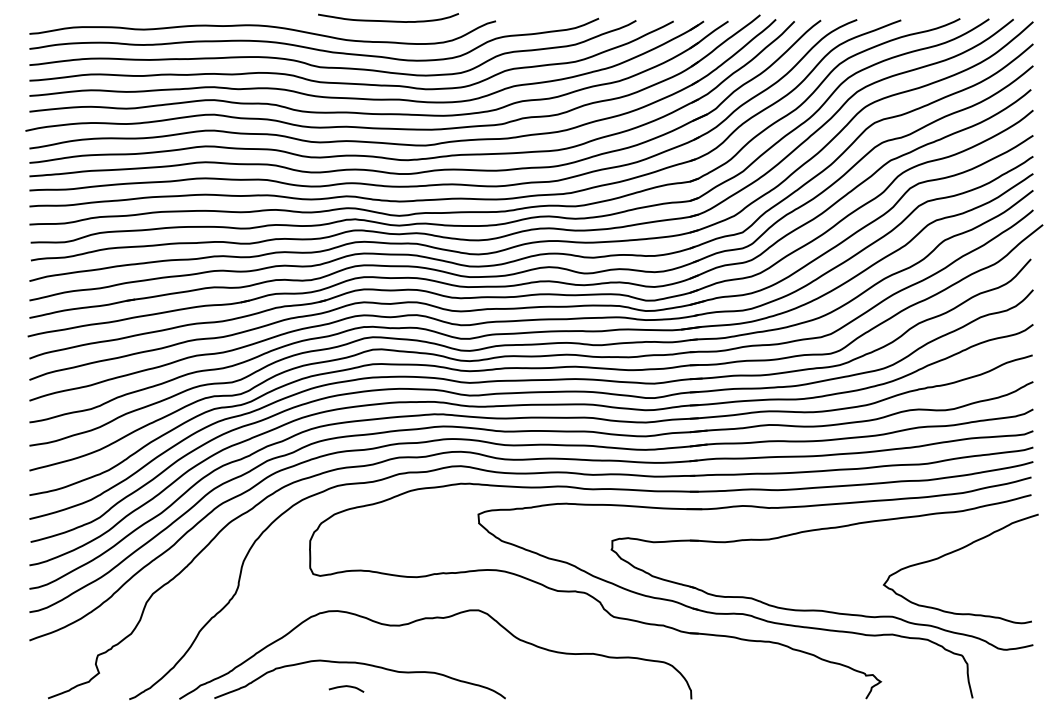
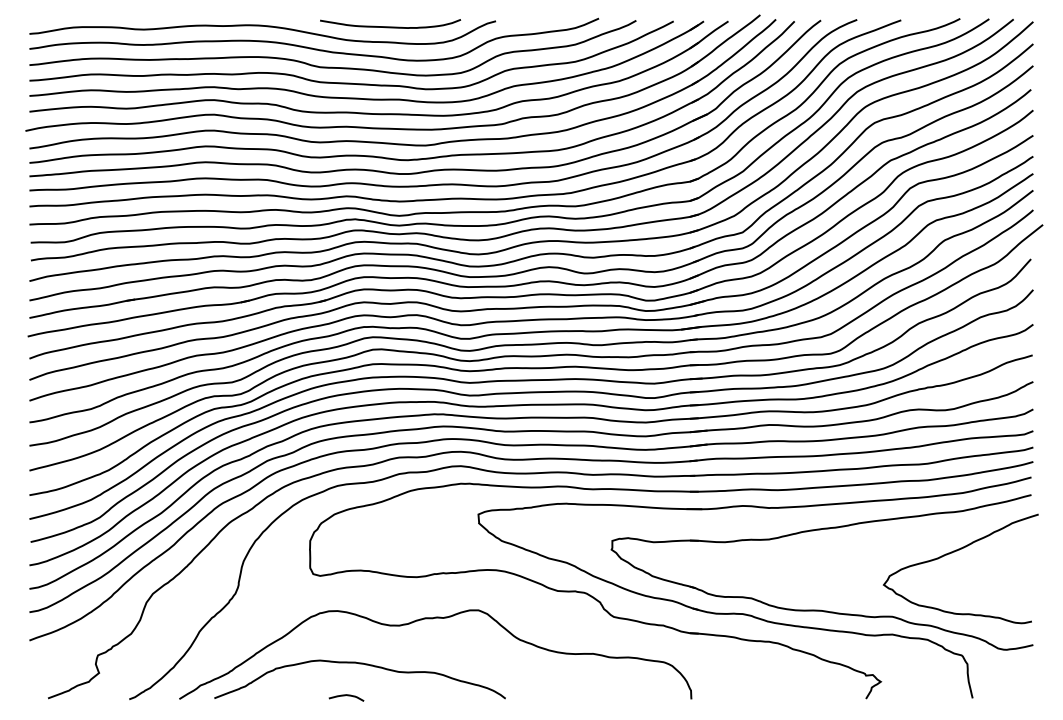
curve at (388, 20) position: (388, 20) -> (390, 26)
curve at (345, 687) position: (345, 687) -> (345, 696)
